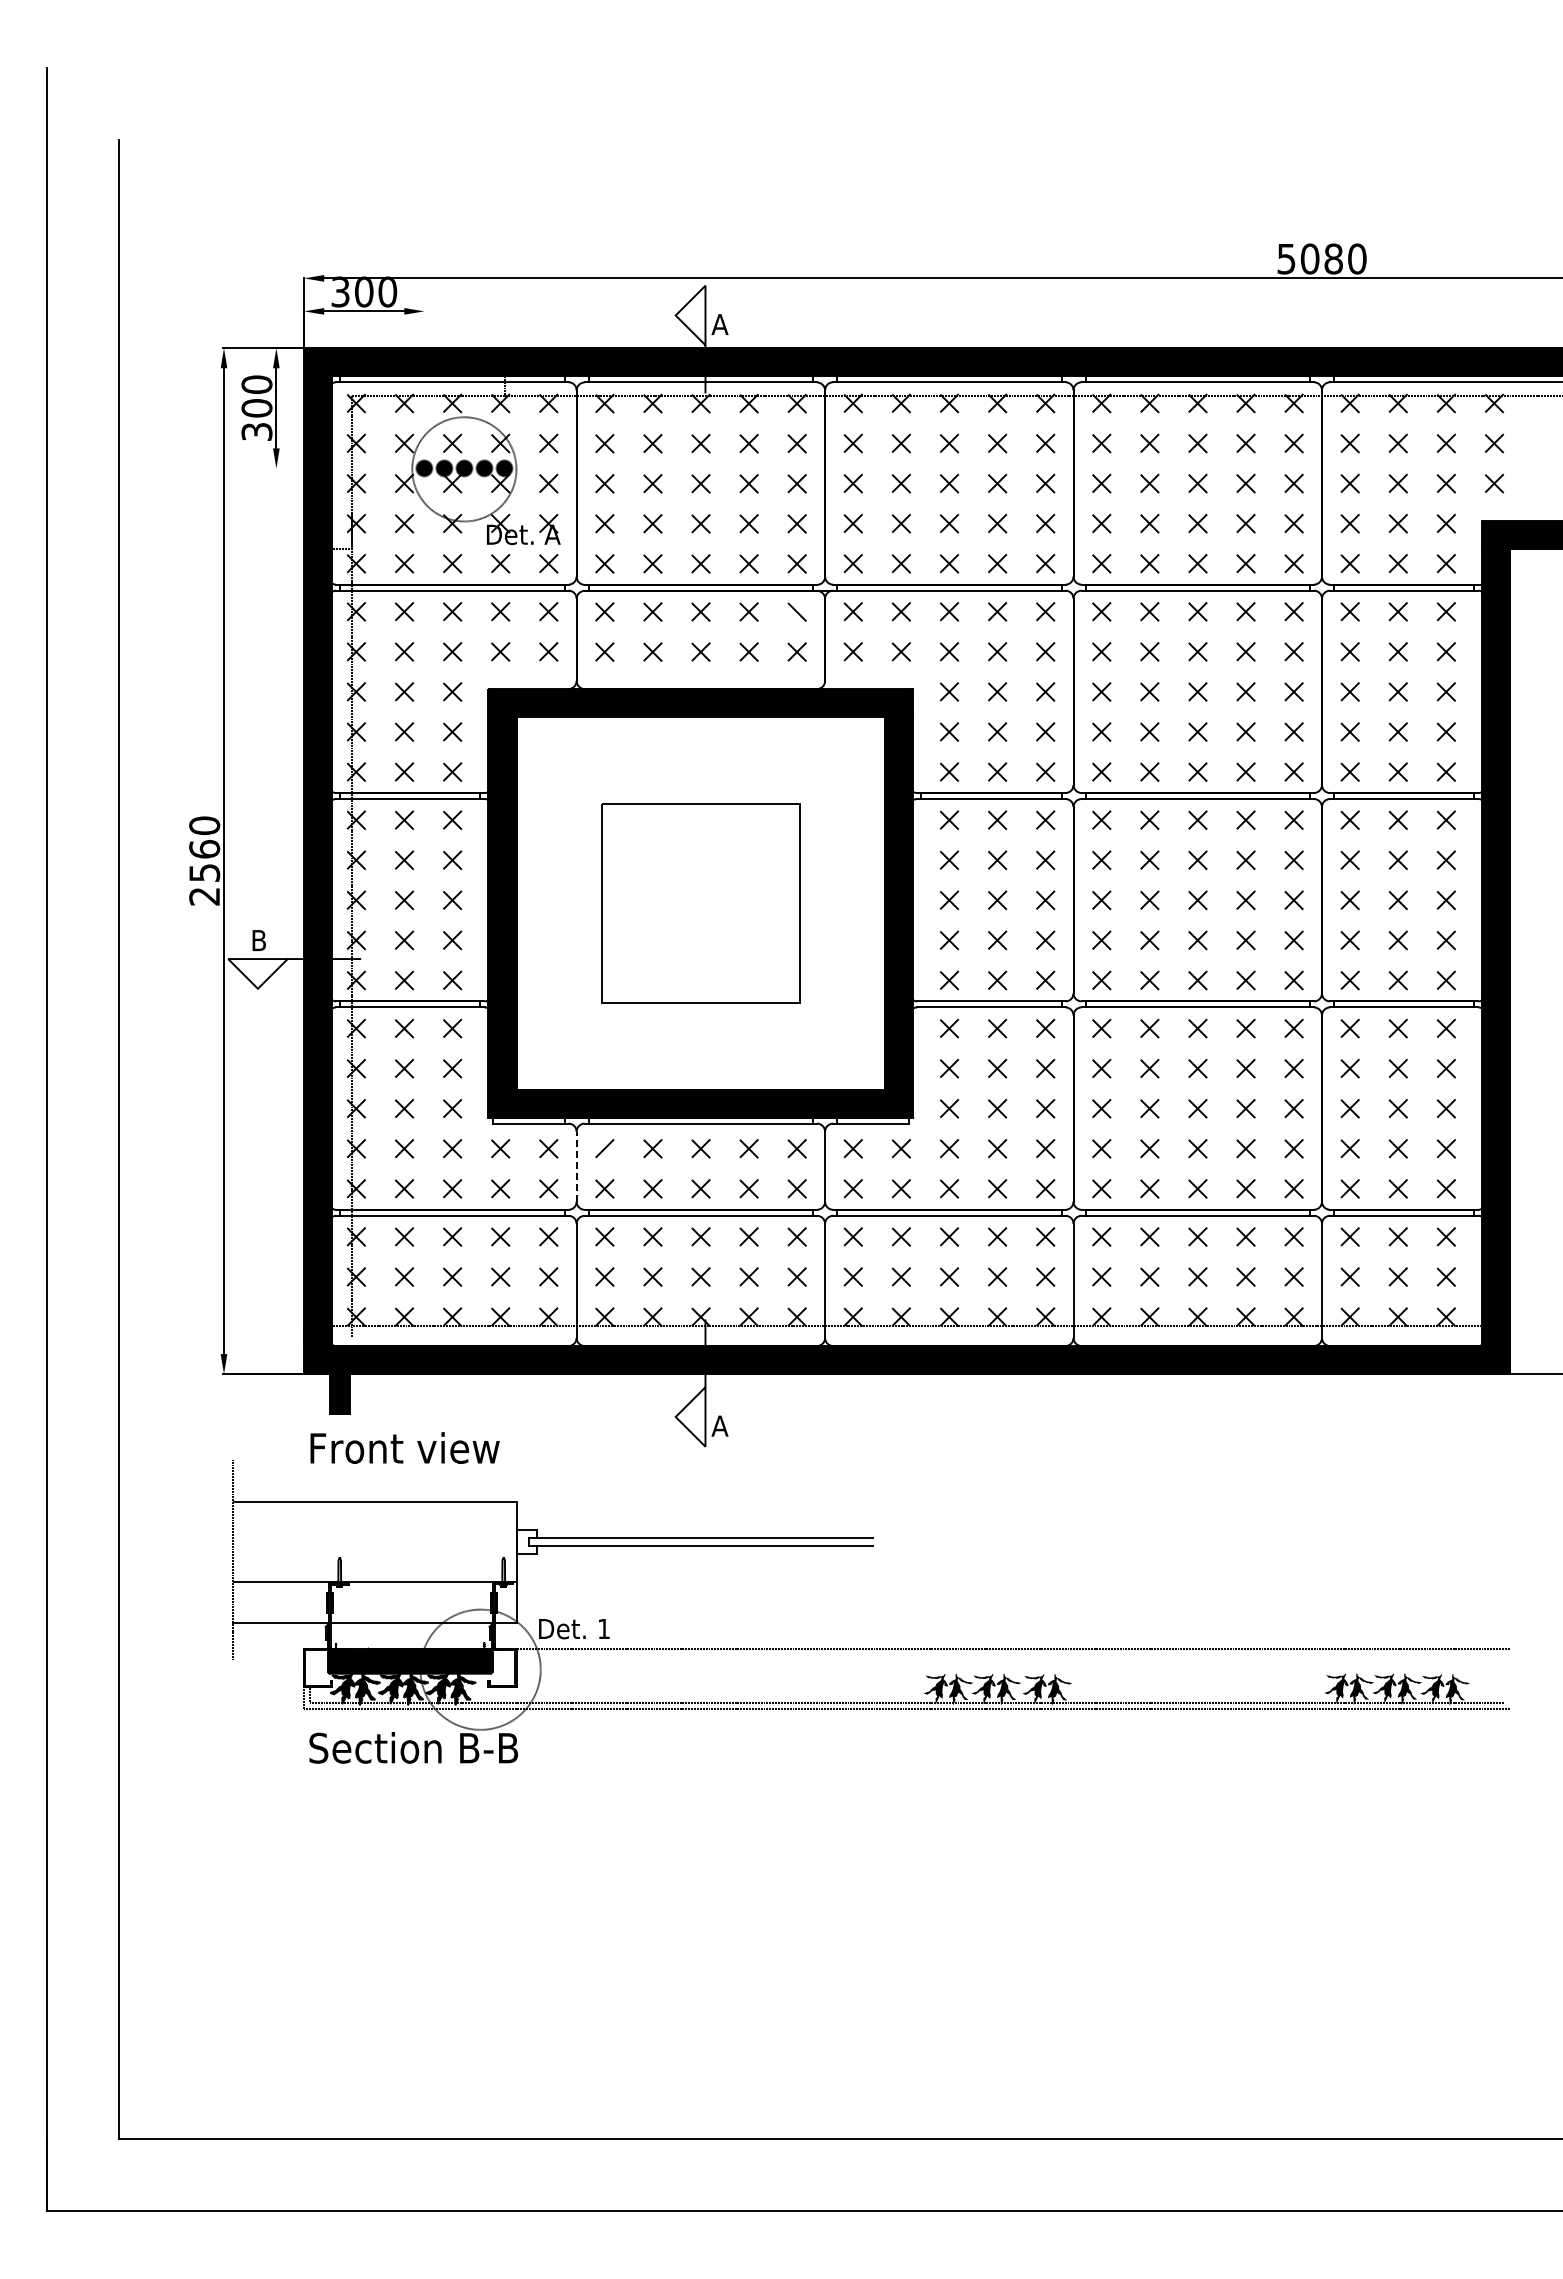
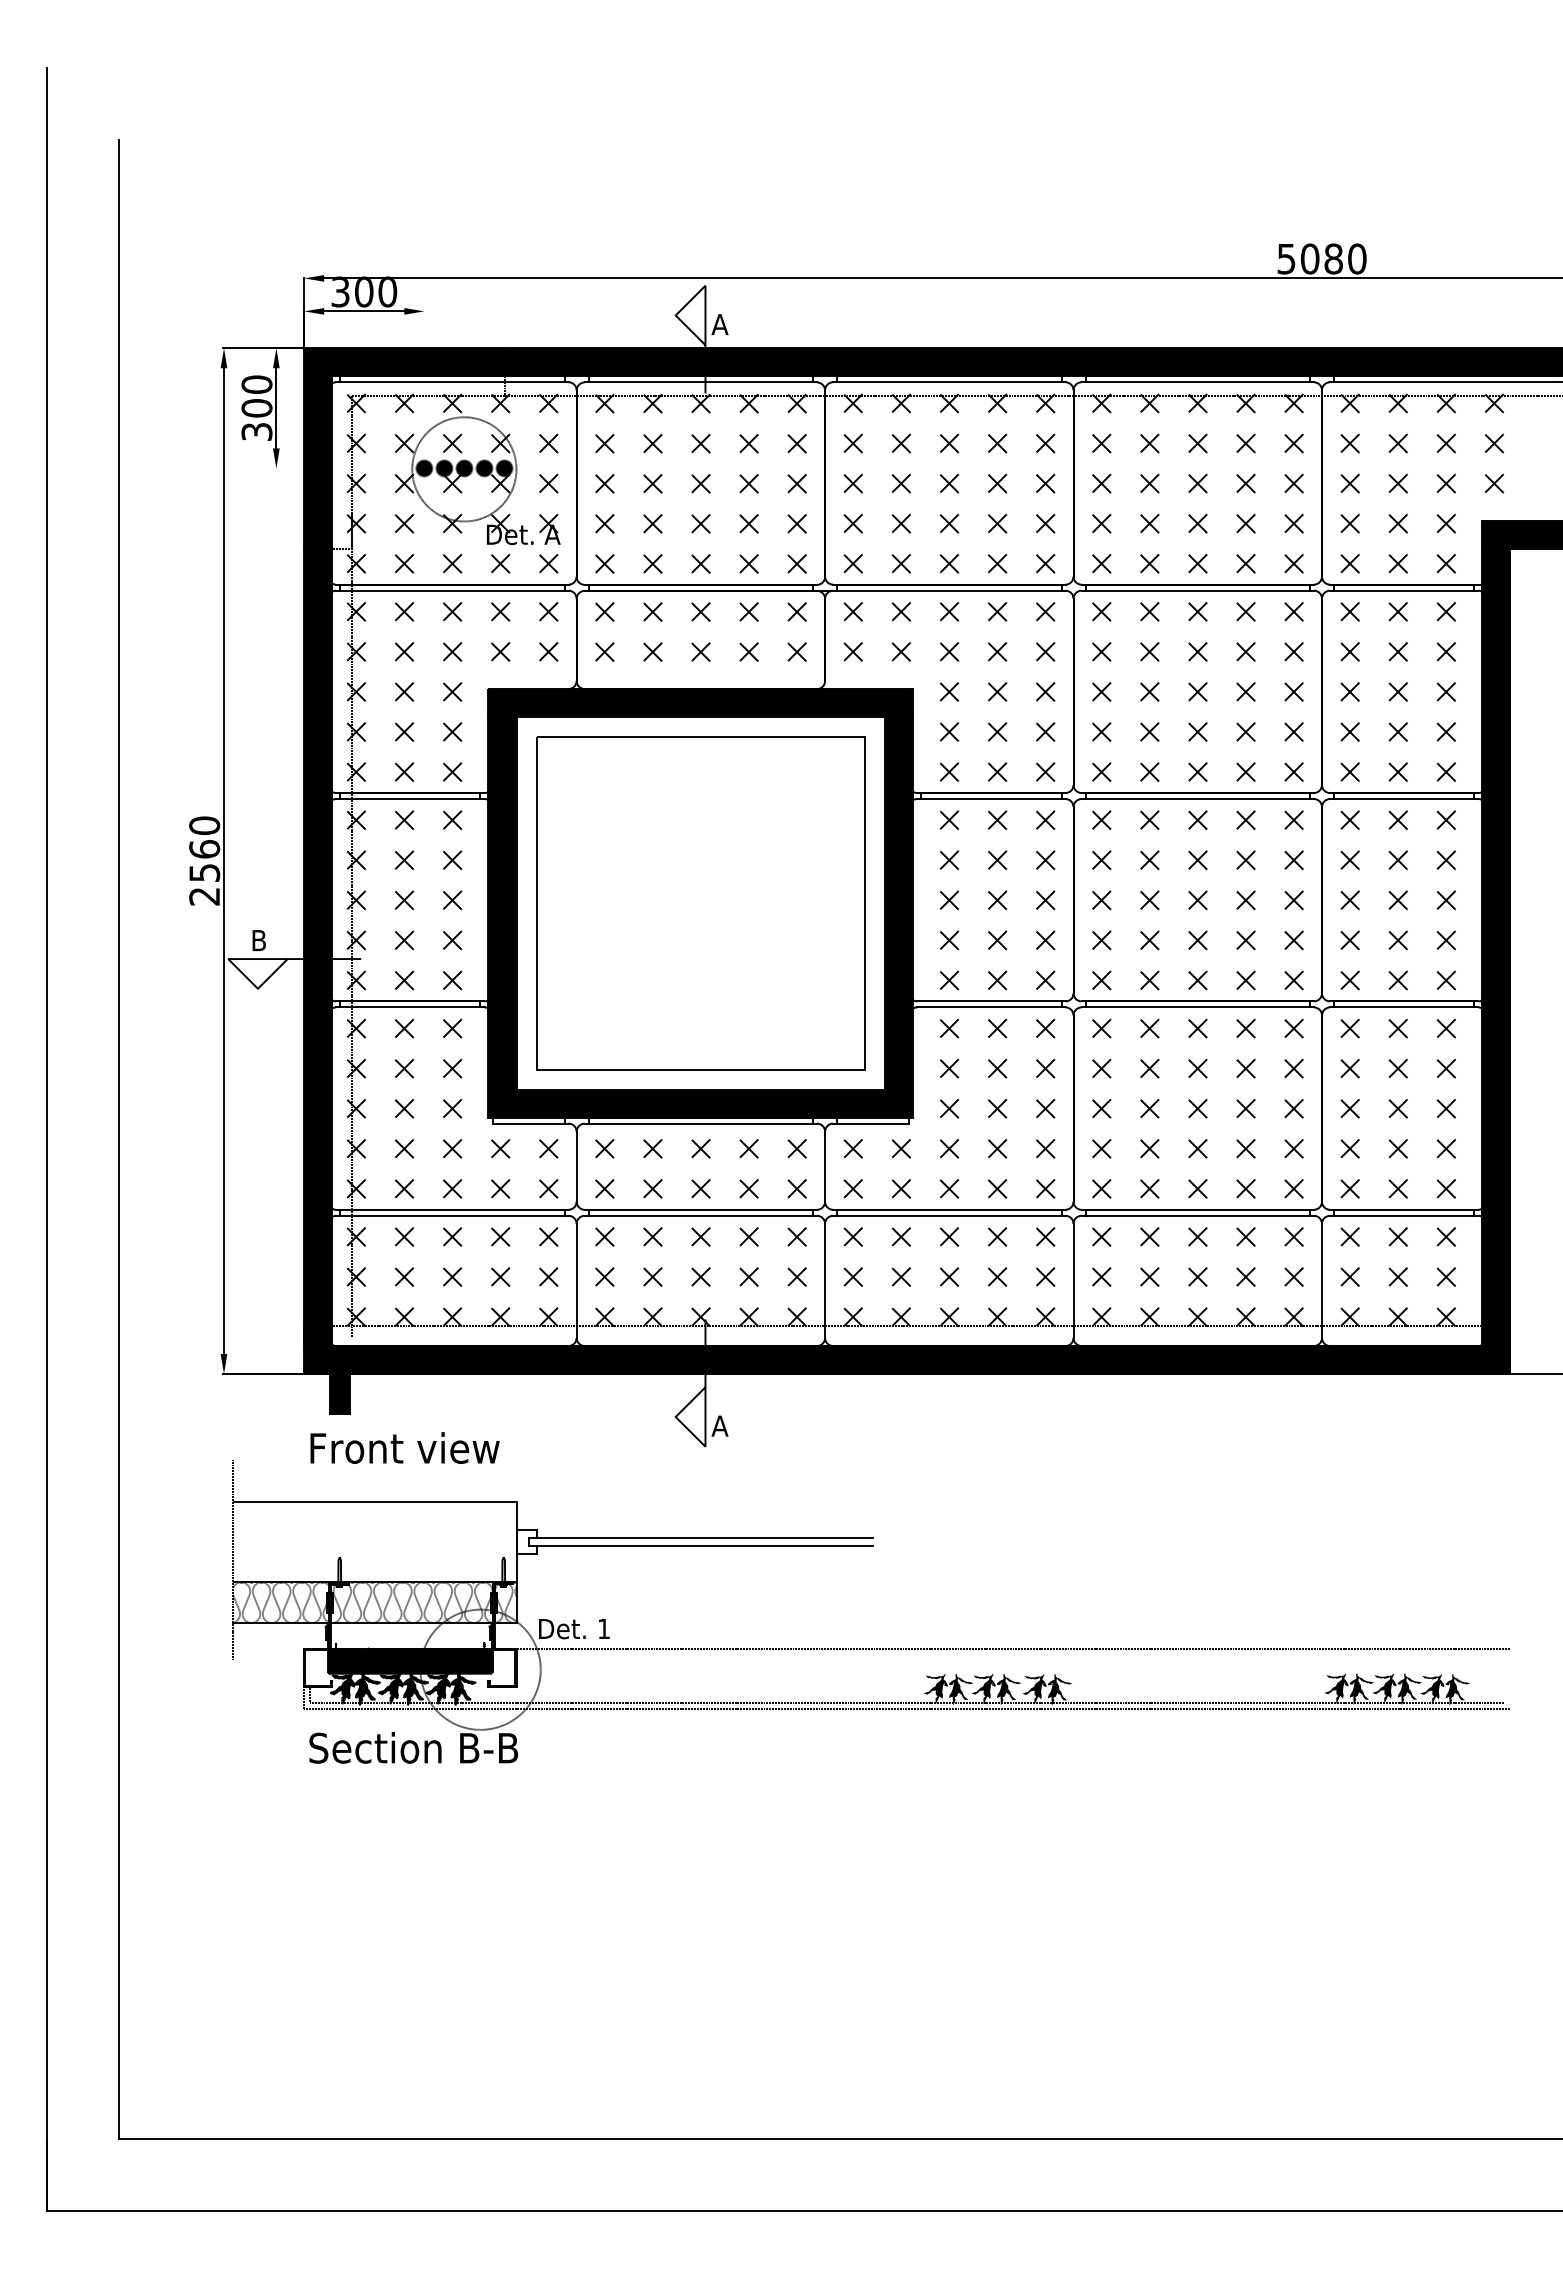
line at (796, 611): none -> present
part at (700, 903) size: 200x201 px -> 330x335 px
line at (604, 1148): none -> present
line at (576, 1166): dashed -> solid
hatch at (374, 1602): none -> present
